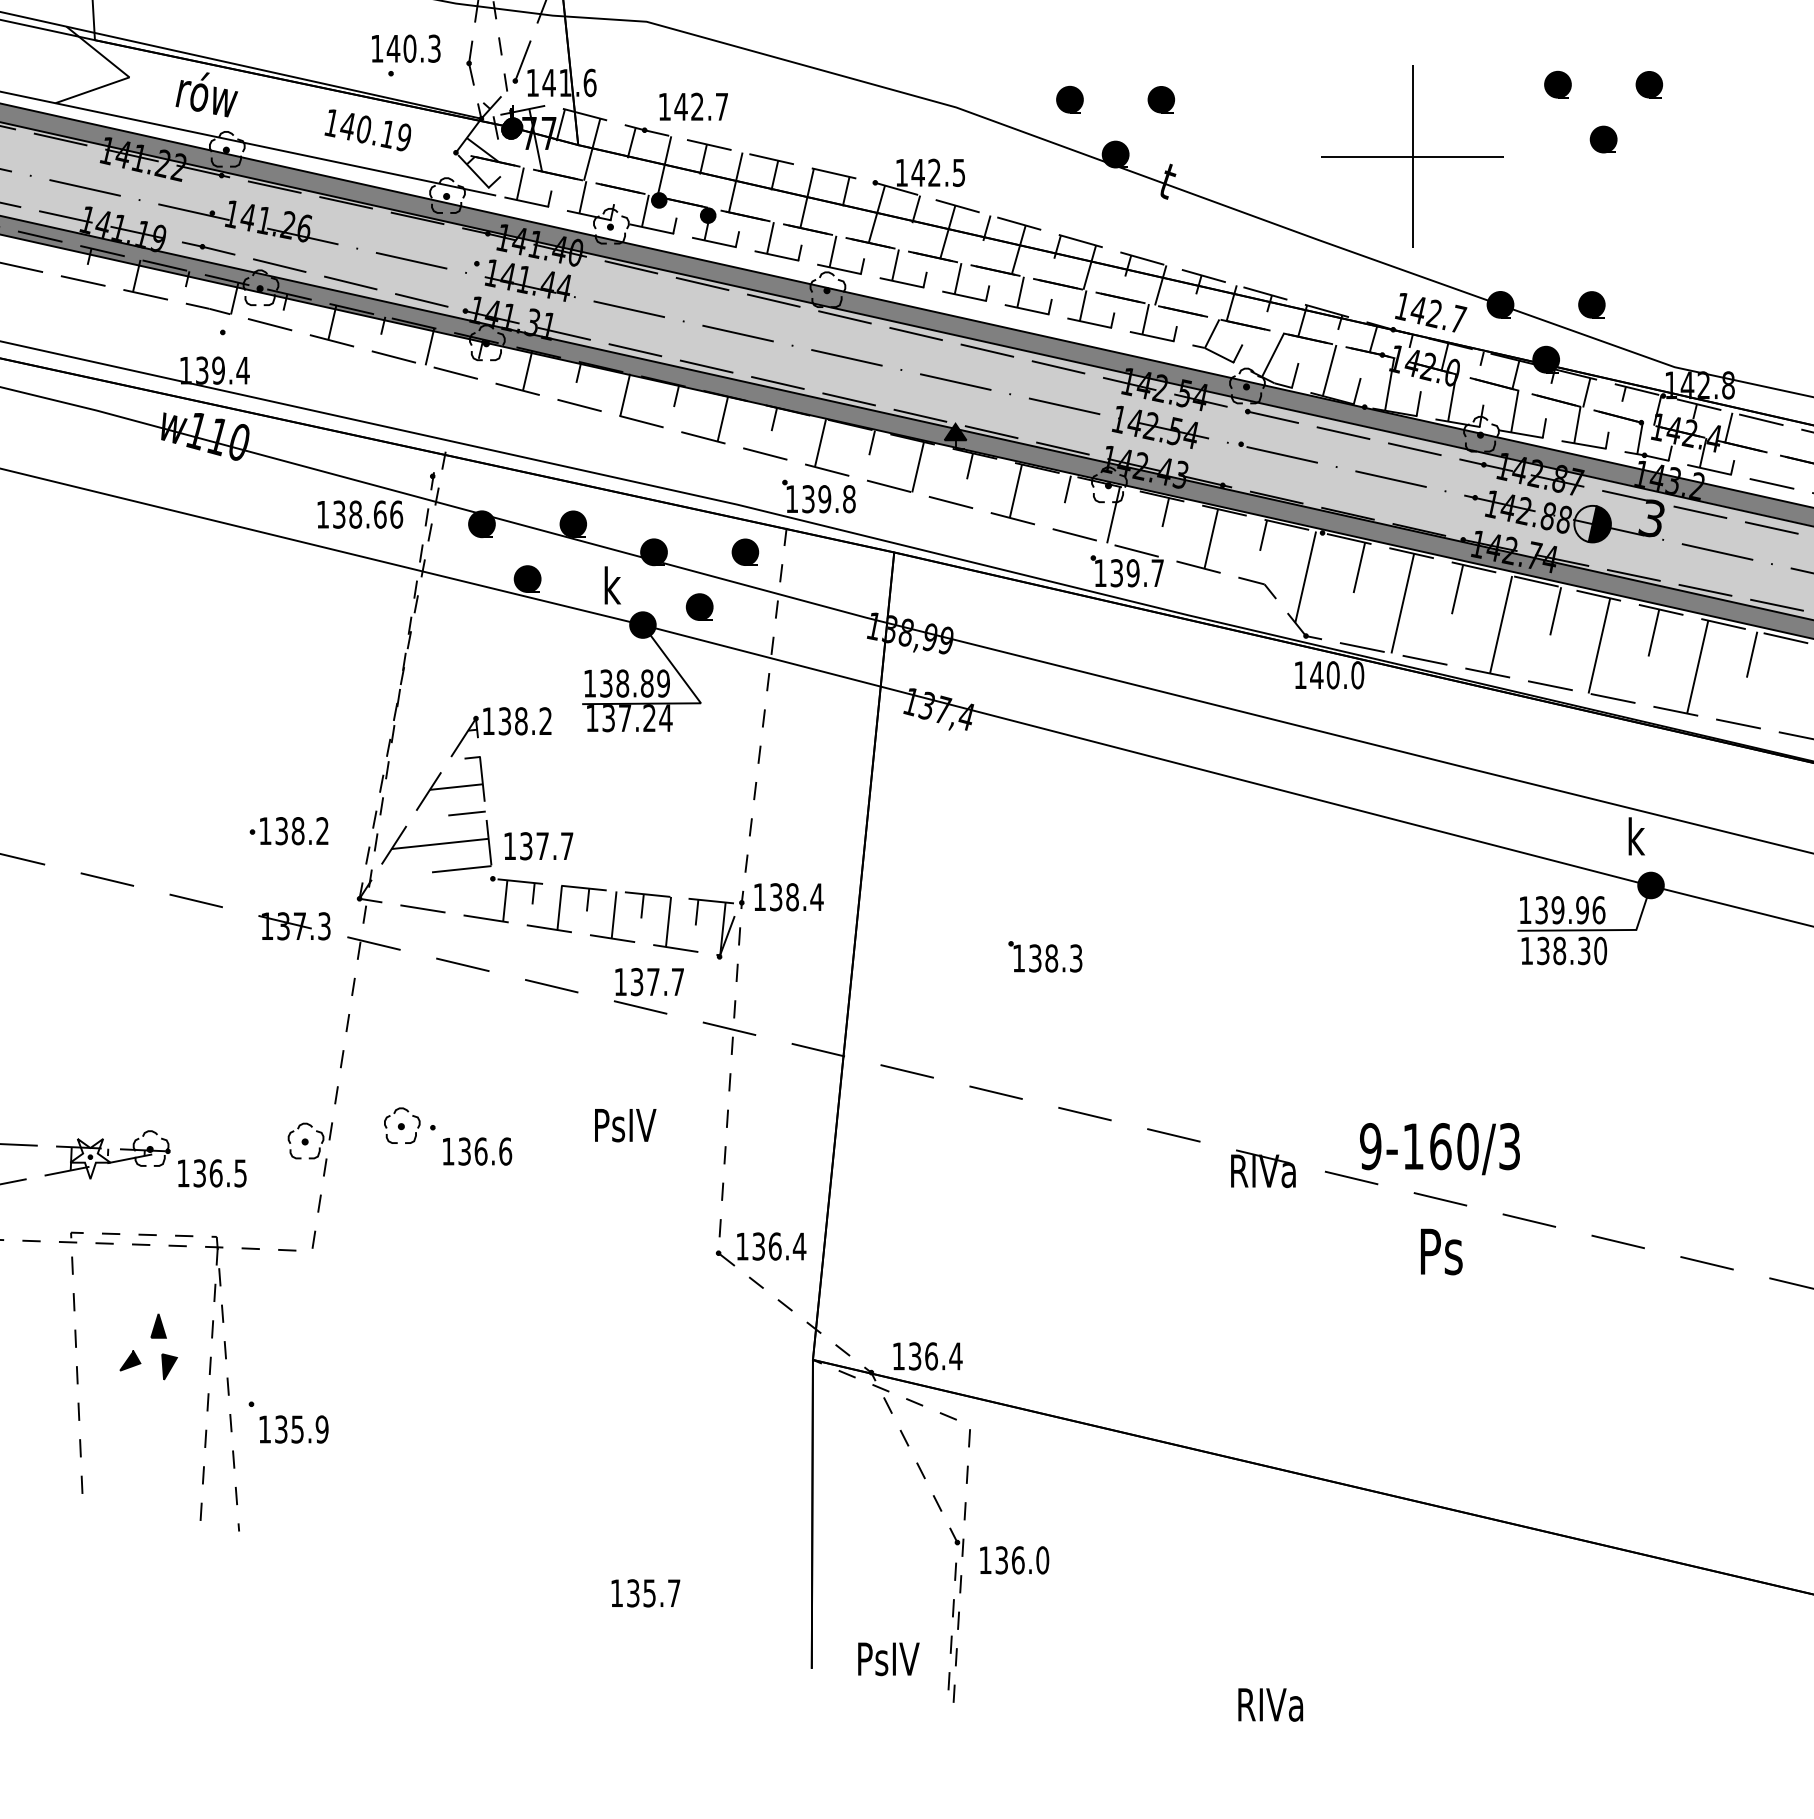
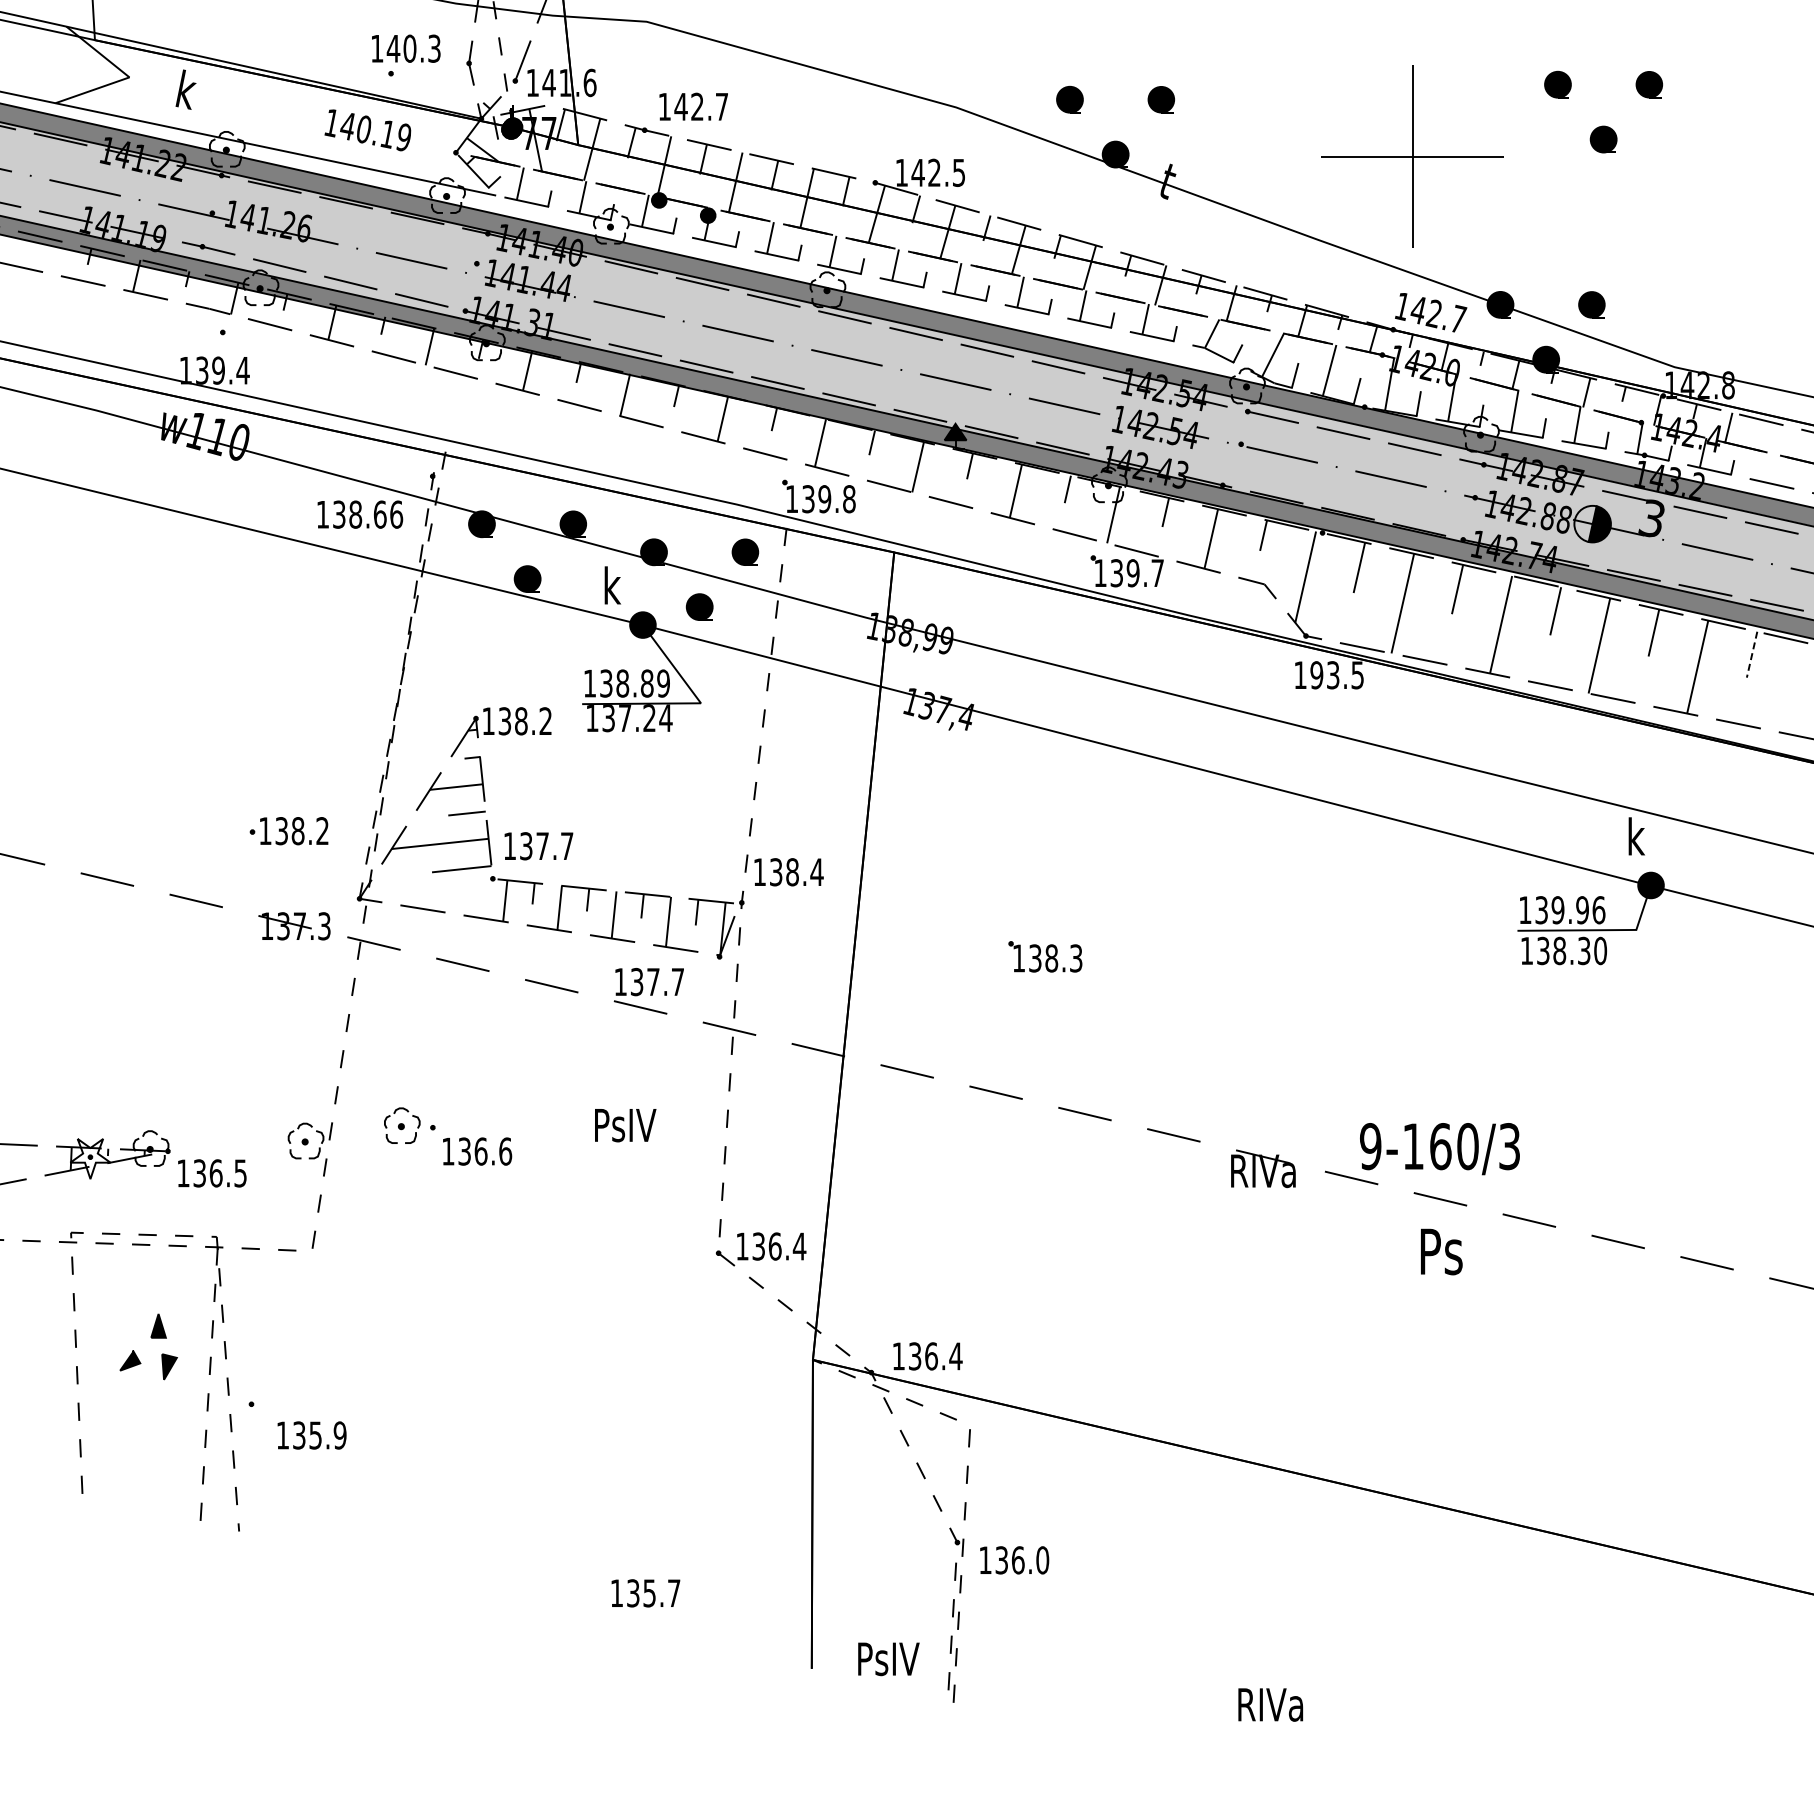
text at (209, 93): rów -> k
line at (1752, 654): solid -> dashed
text at (1337, 675): 140.0 -> 193.5
text at (788, 897) position: (788, 897) -> (788, 872)
text at (293, 1429) position: (293, 1429) -> (311, 1435)
